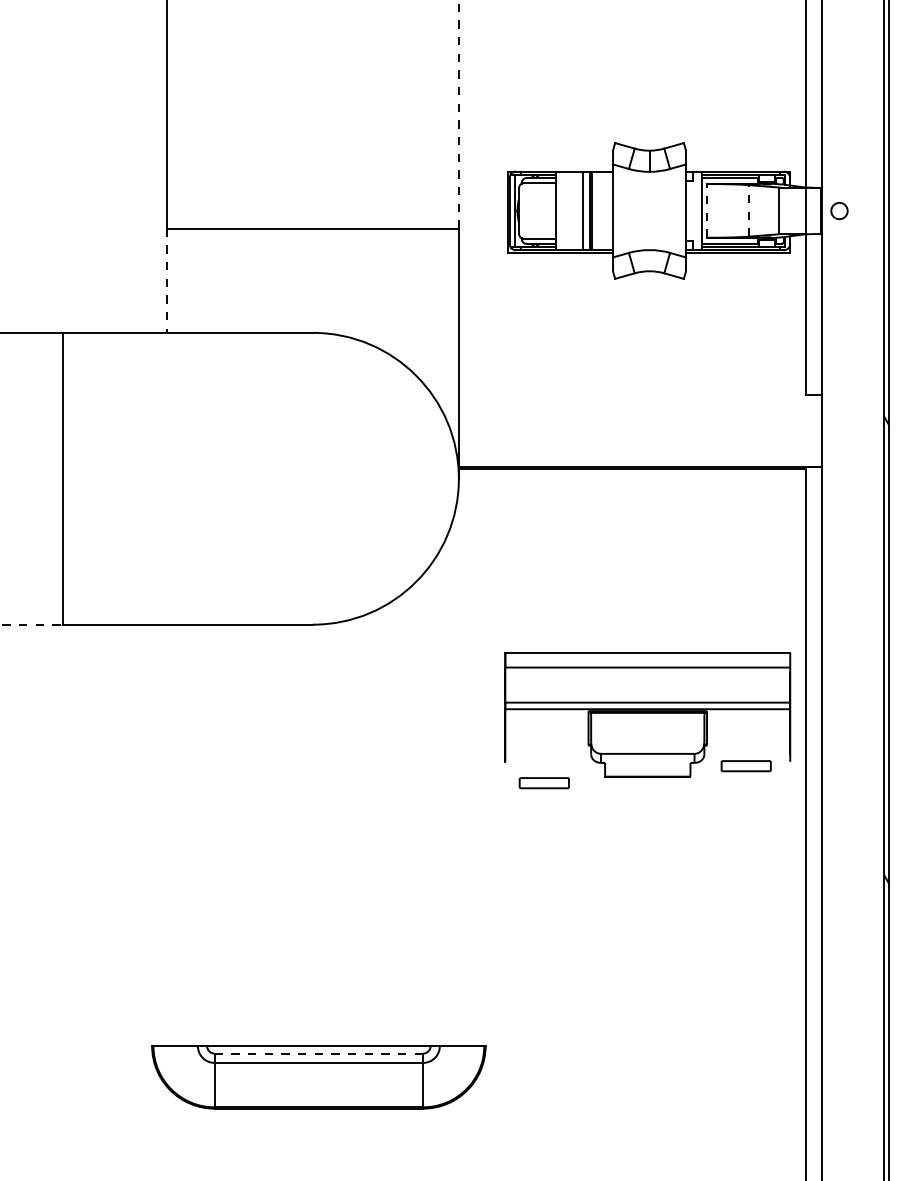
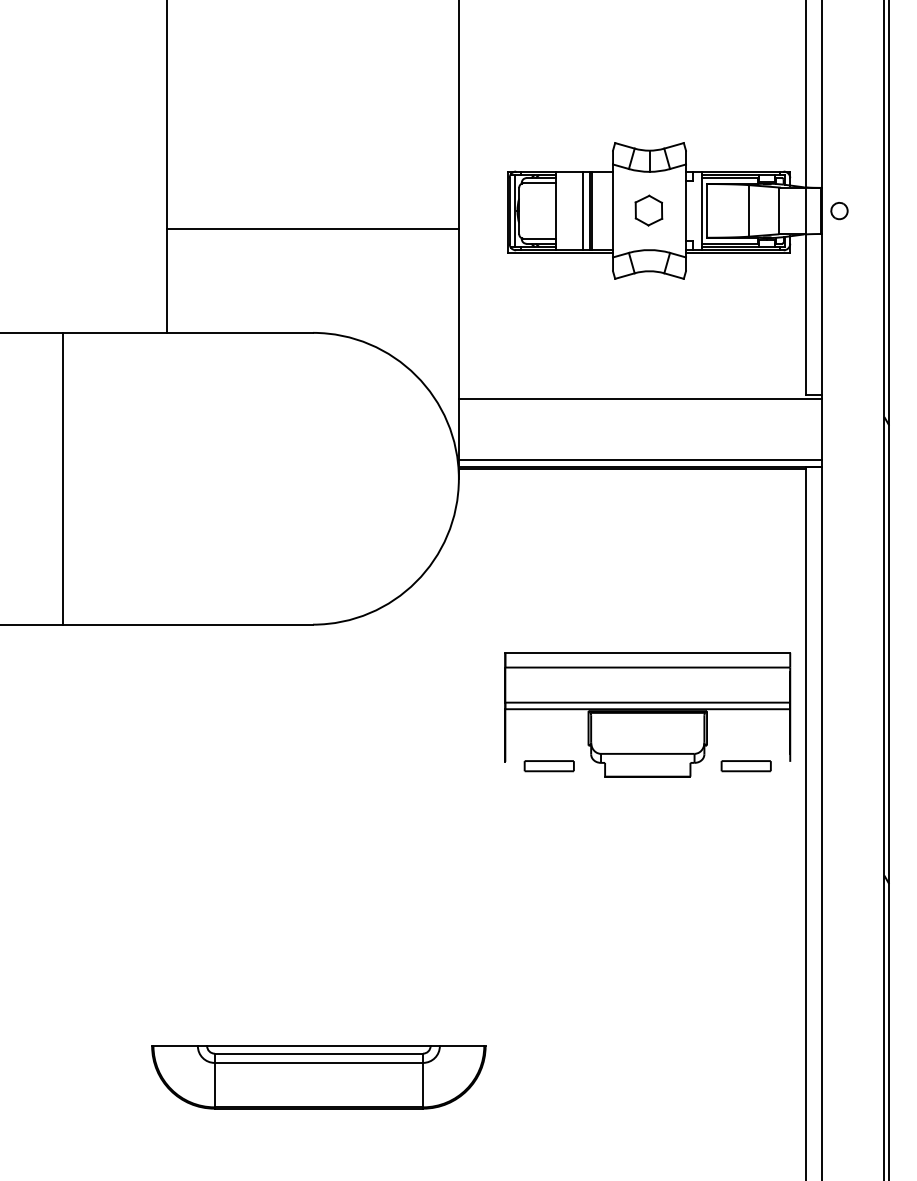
line at (458, 114): dashed -> solid
part at (648, 210): none -> present
line at (706, 210): dashed -> solid
line at (749, 210): dashed -> solid
line at (167, 281): dashed -> solid
line at (640, 398): none -> present
line at (640, 459): none -> present
line at (31, 624): dashed -> solid
part at (543, 783) position: (543, 783) -> (548, 766)
line at (318, 1053): dashed -> solid
